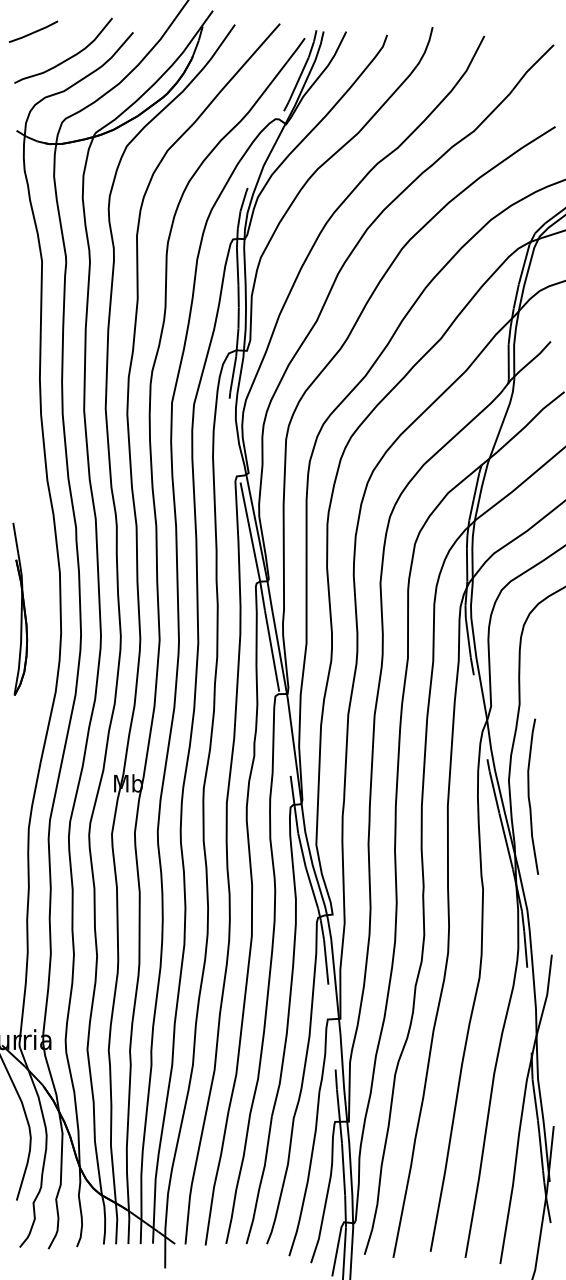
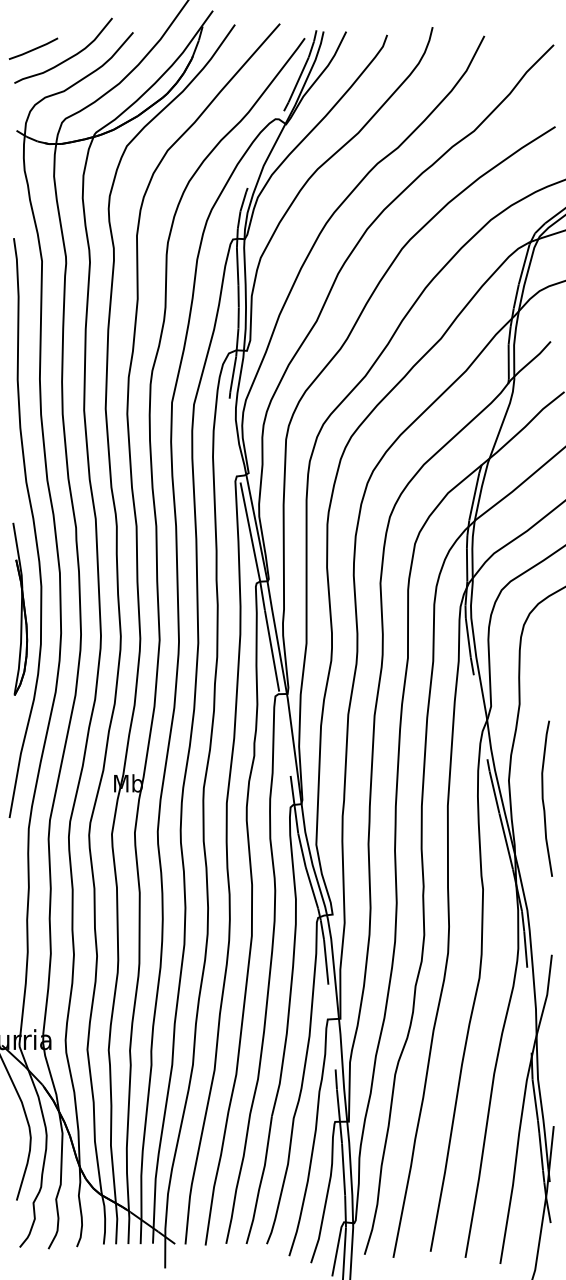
line at (33, 31) position: (33, 31) -> (33, 48)
curve at (33, 527): none -> present
curve at (529, 796) position: (529, 796) -> (543, 798)
